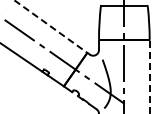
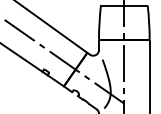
line at (50, 26): dashed -> solid
line at (149, 77): dashed -> solid
